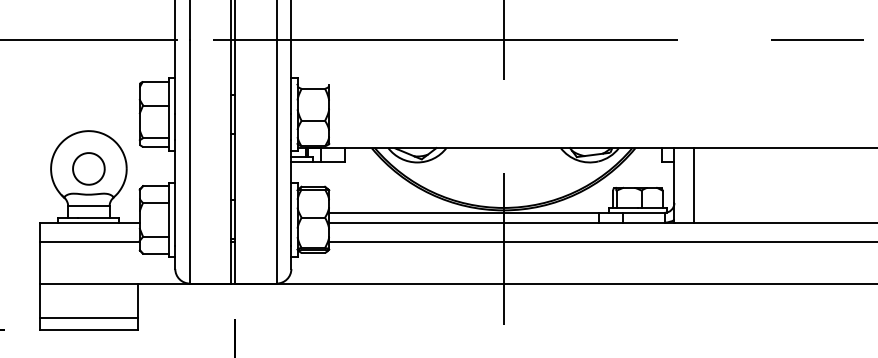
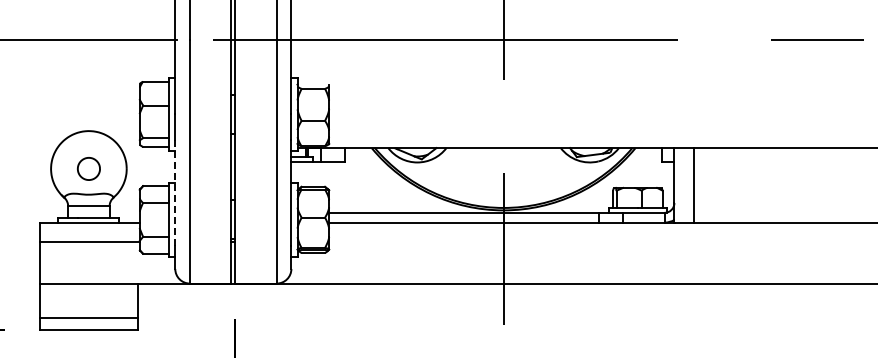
part at (88, 168) size: 34x34 px -> 24x24 px
line at (175, 193): solid -> dashed
line at (601, 242): present -> none
